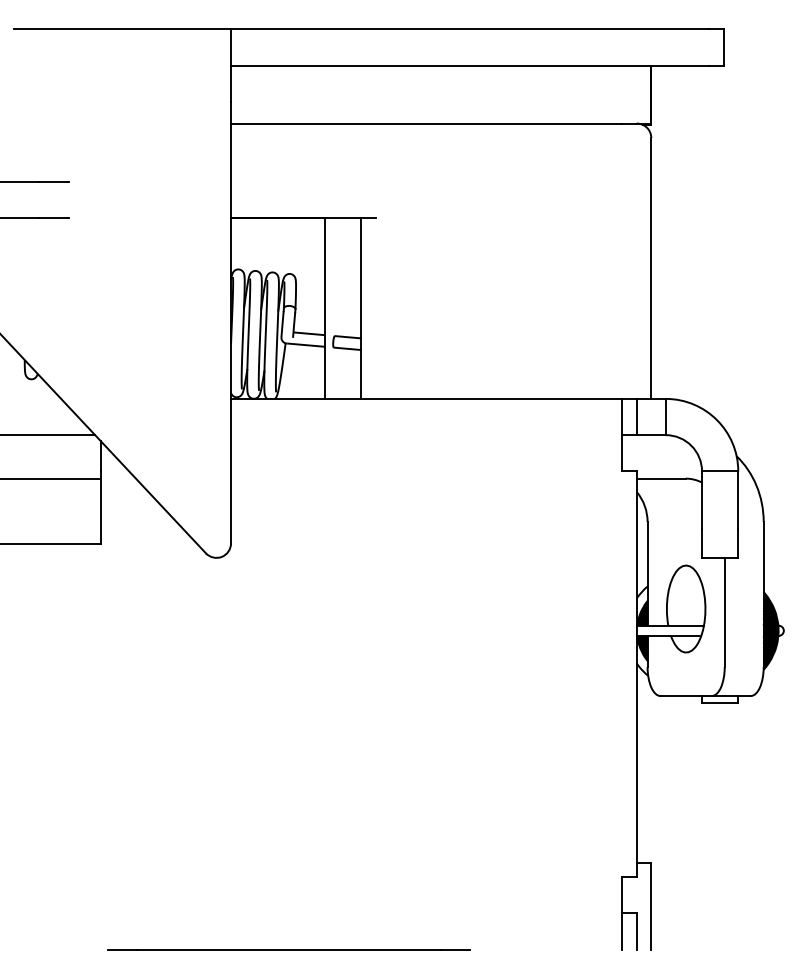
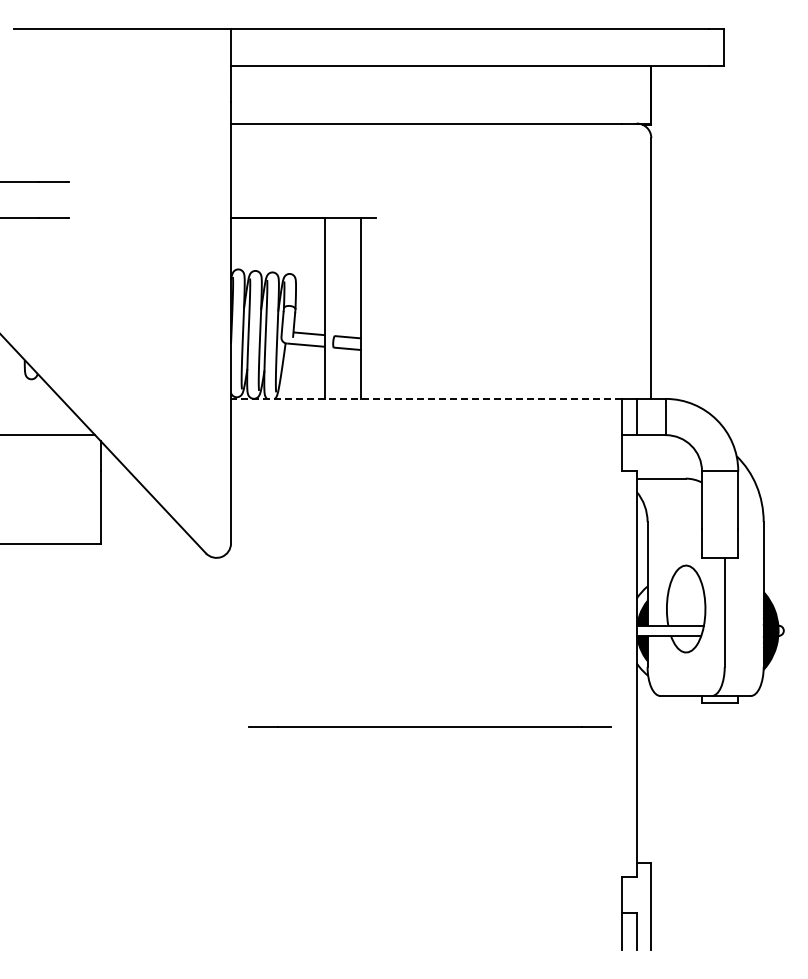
line at (426, 398): solid -> dashed
line at (51, 478): present -> none
line at (288, 949) position: (288, 949) -> (429, 726)
